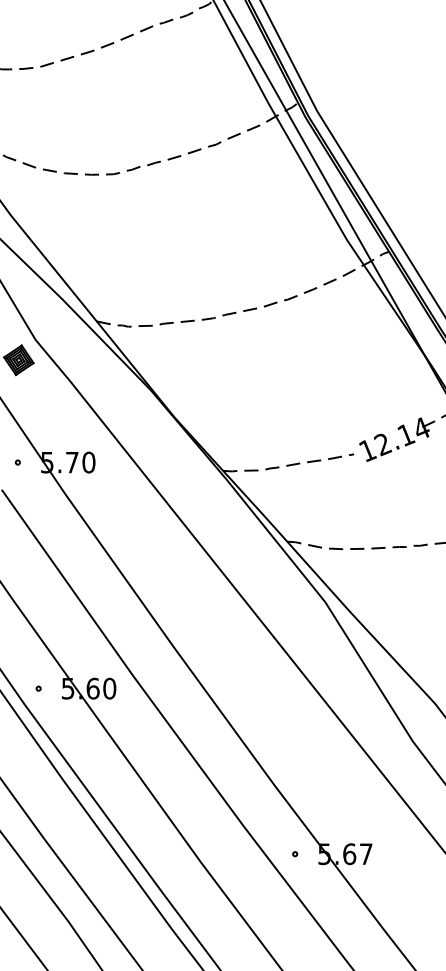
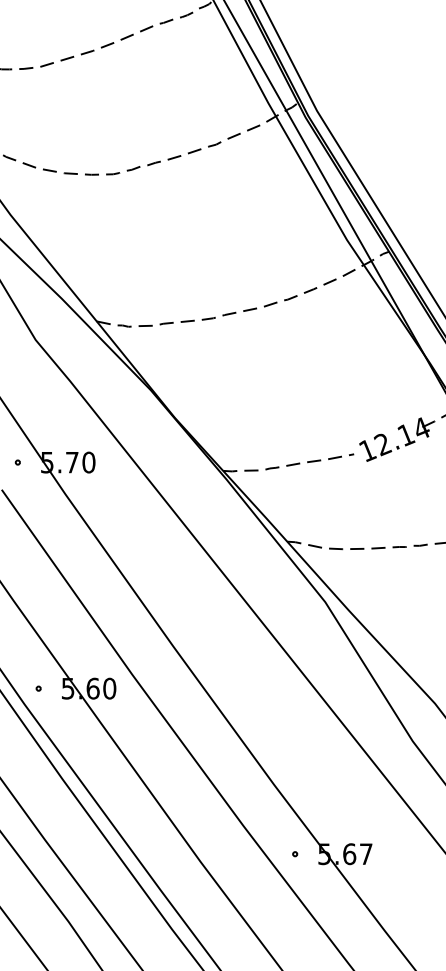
part at (18, 360): present -> none
